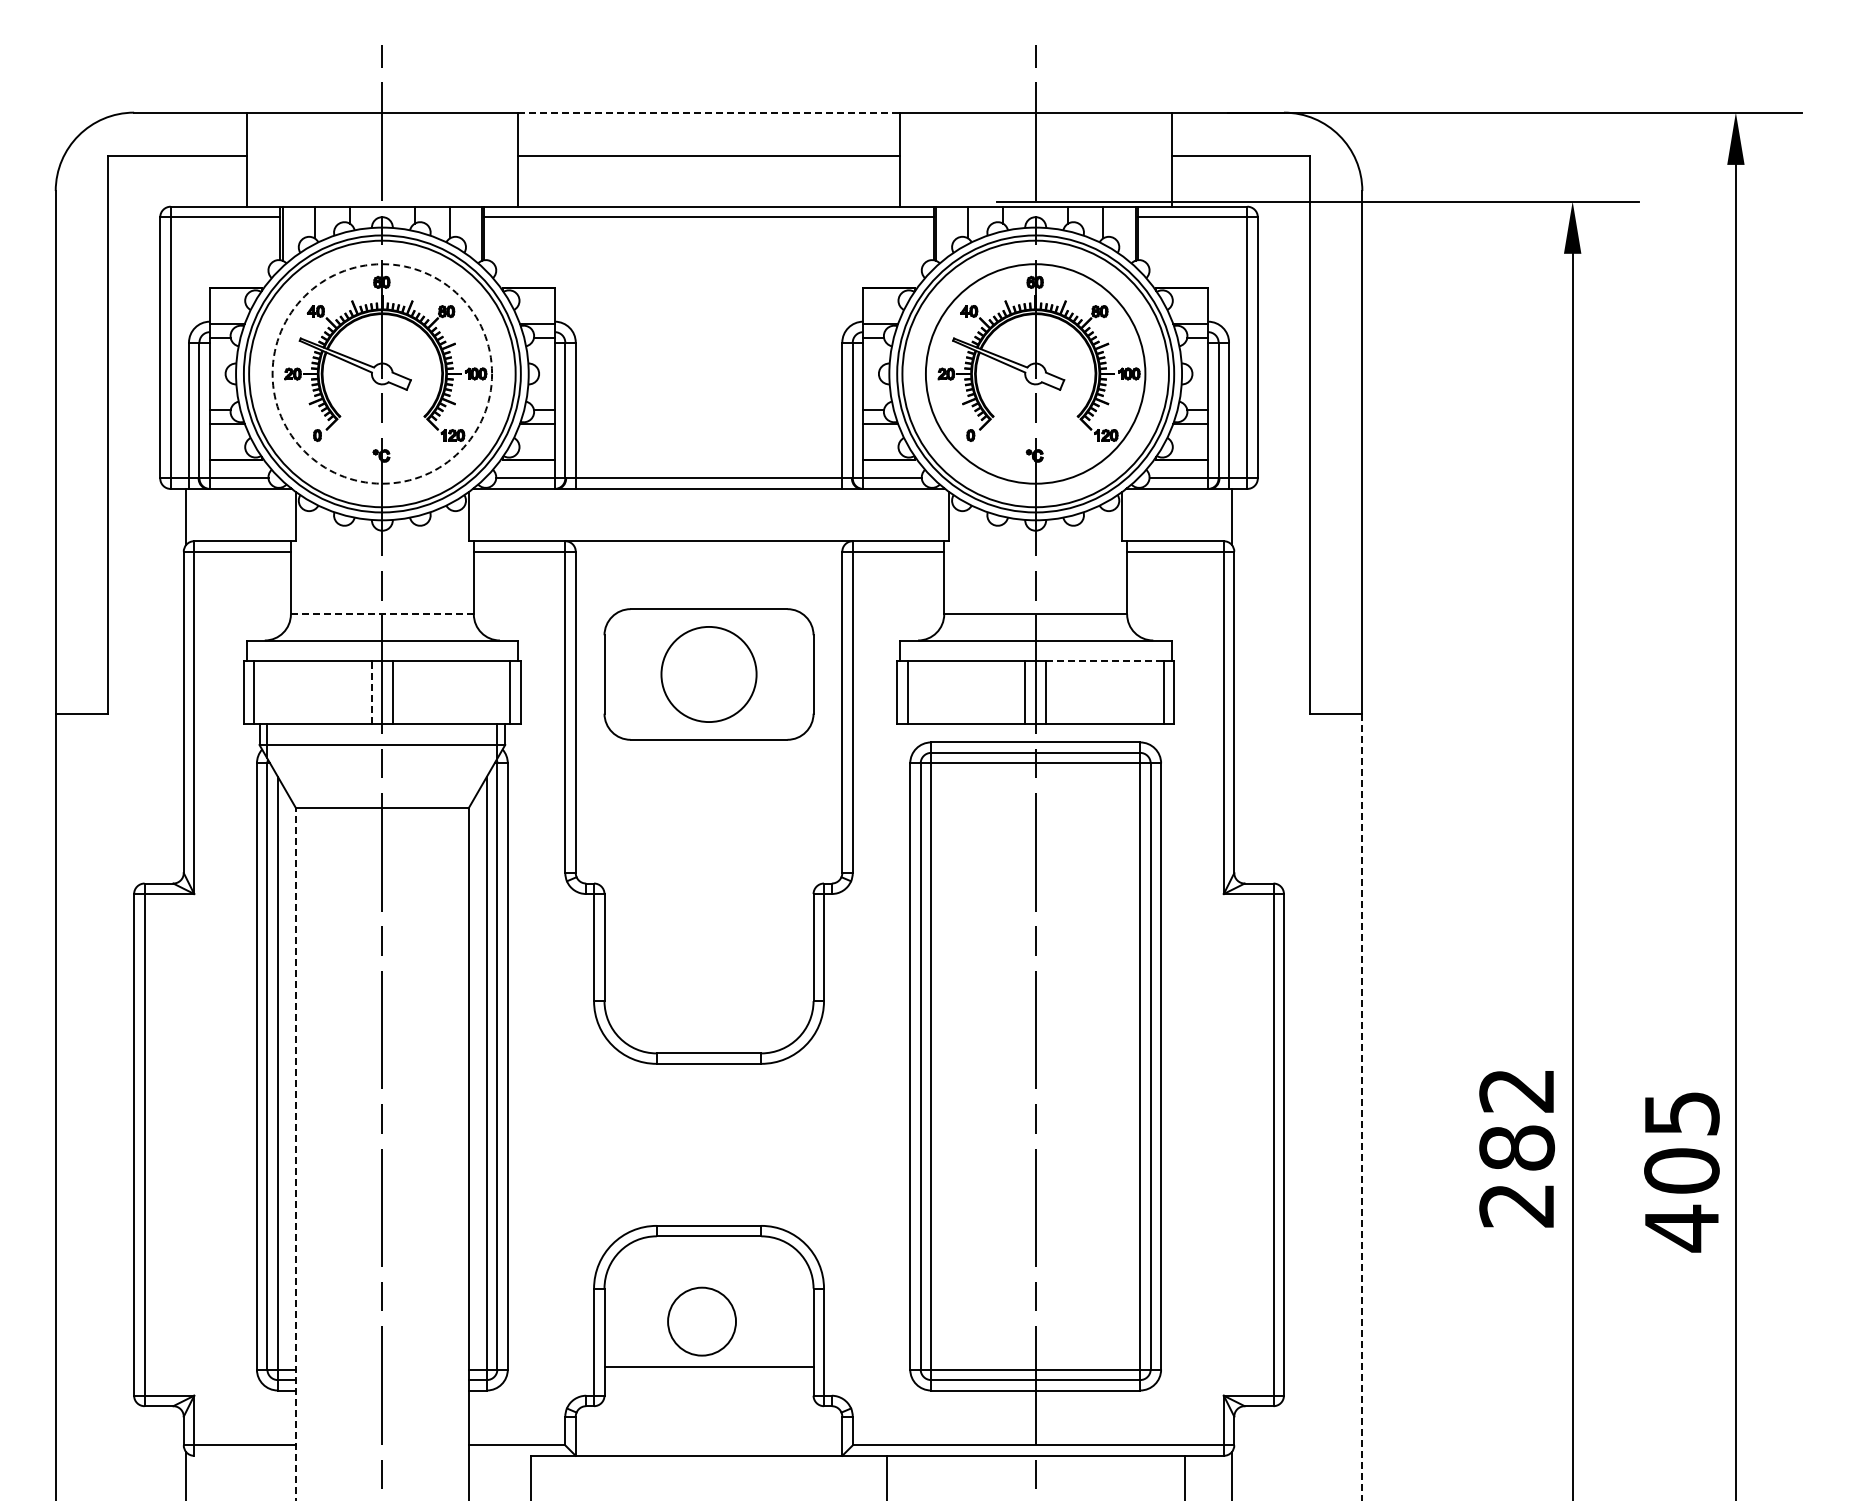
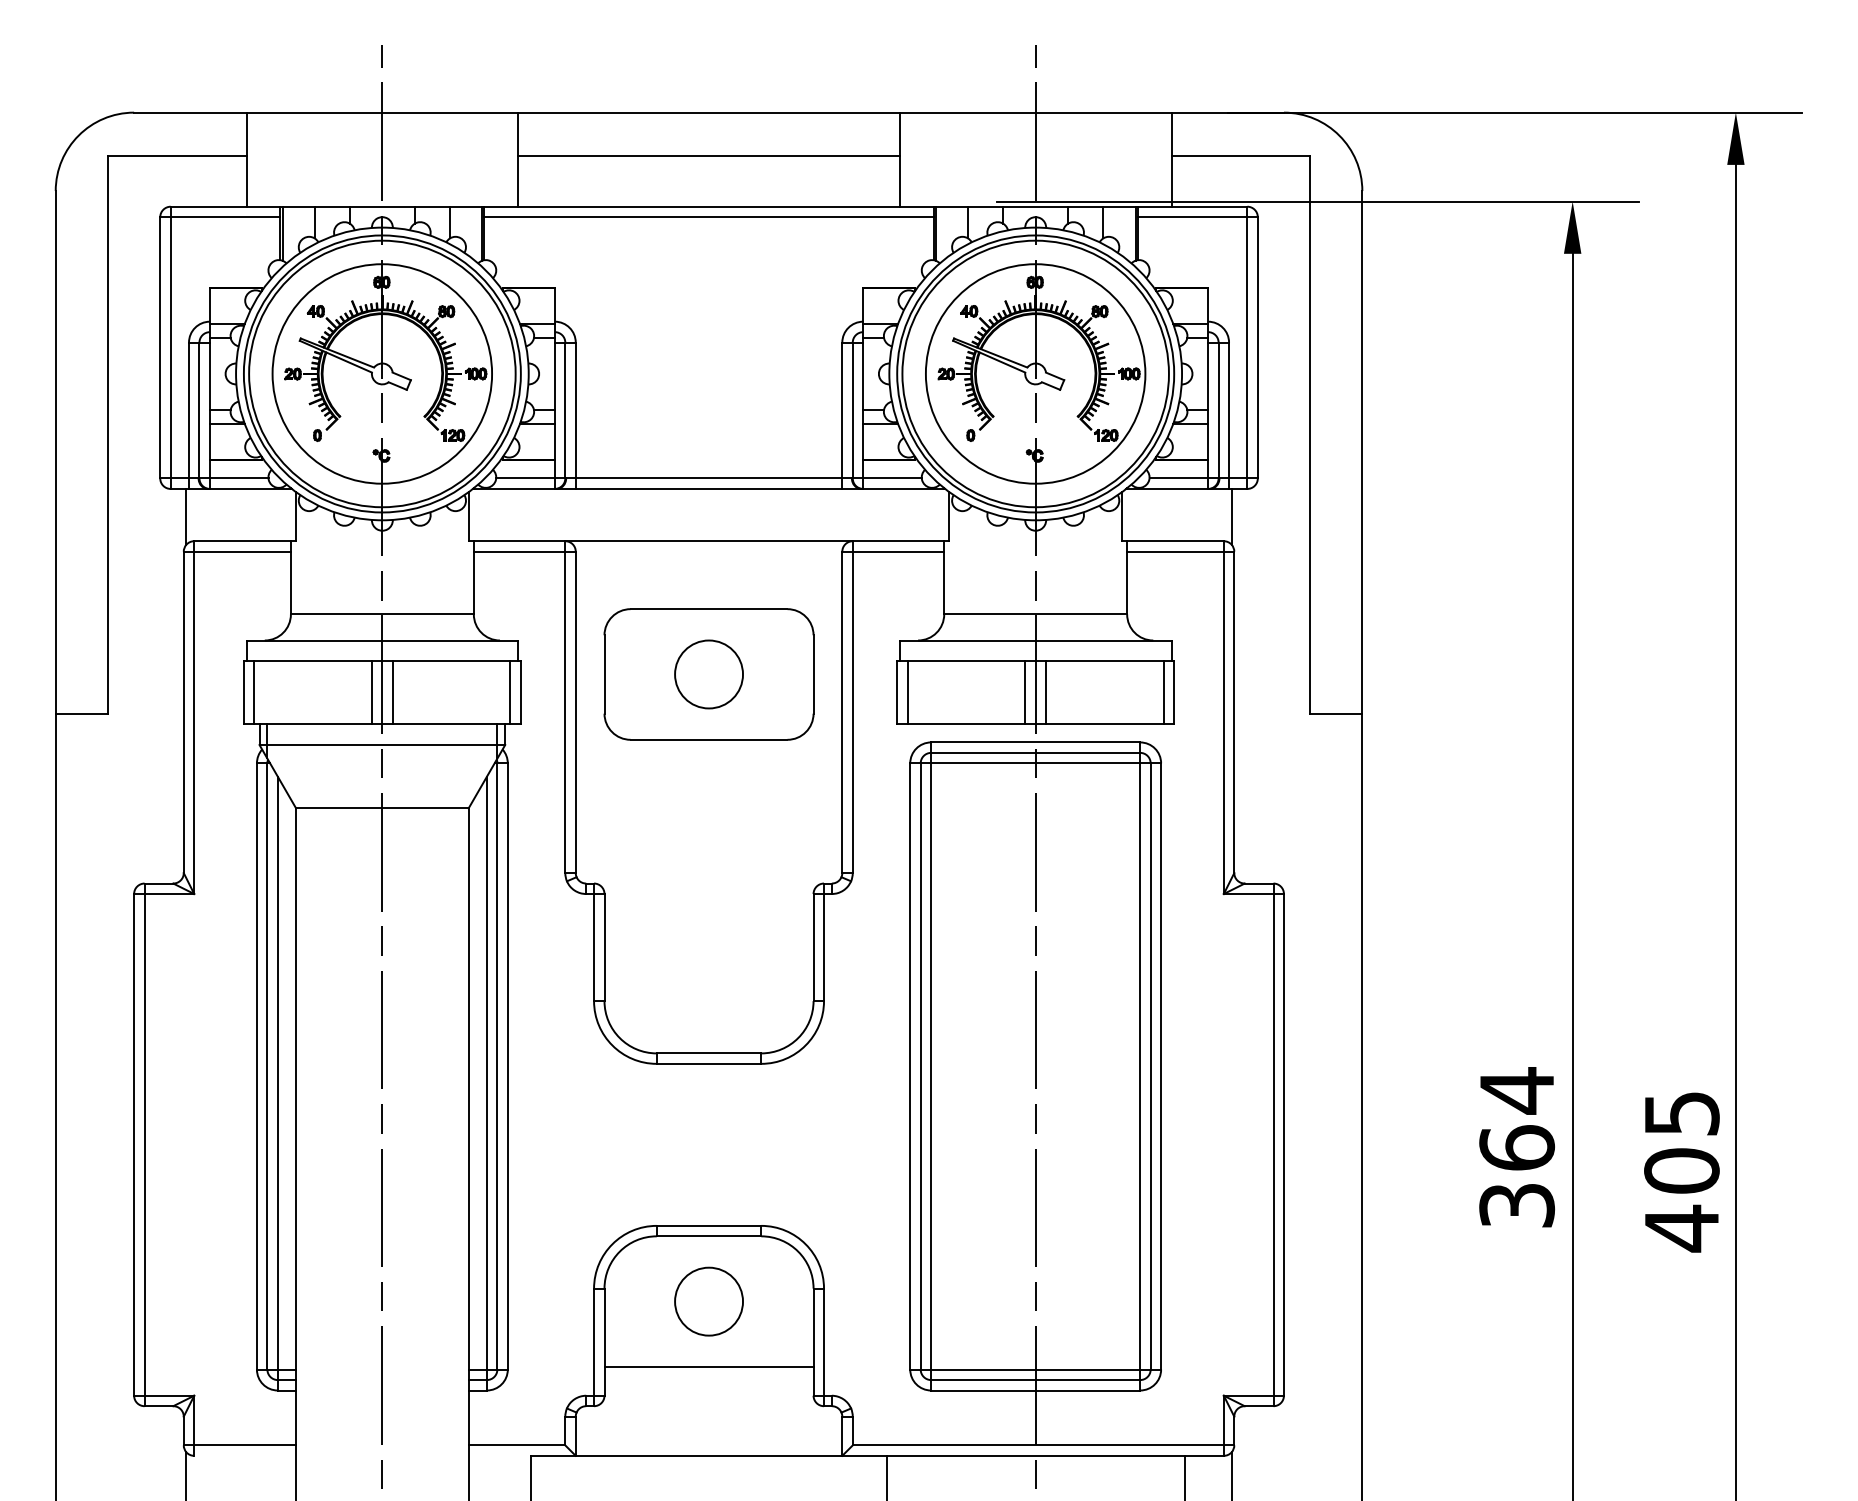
line at (709, 112): dashed -> solid
circle at (382, 373): dashed -> solid
line at (382, 614): dashed -> solid
line at (1104, 661): dashed -> solid
circle at (708, 674) diameter: 95 px -> 68 px
line at (371, 692): dashed -> solid
line at (1362, 1107): dashed -> solid
text at (1517, 1147): 282 -> 364
line at (296, 1154): dashed -> solid
circle at (701, 1321) position: (701, 1321) -> (708, 1301)
